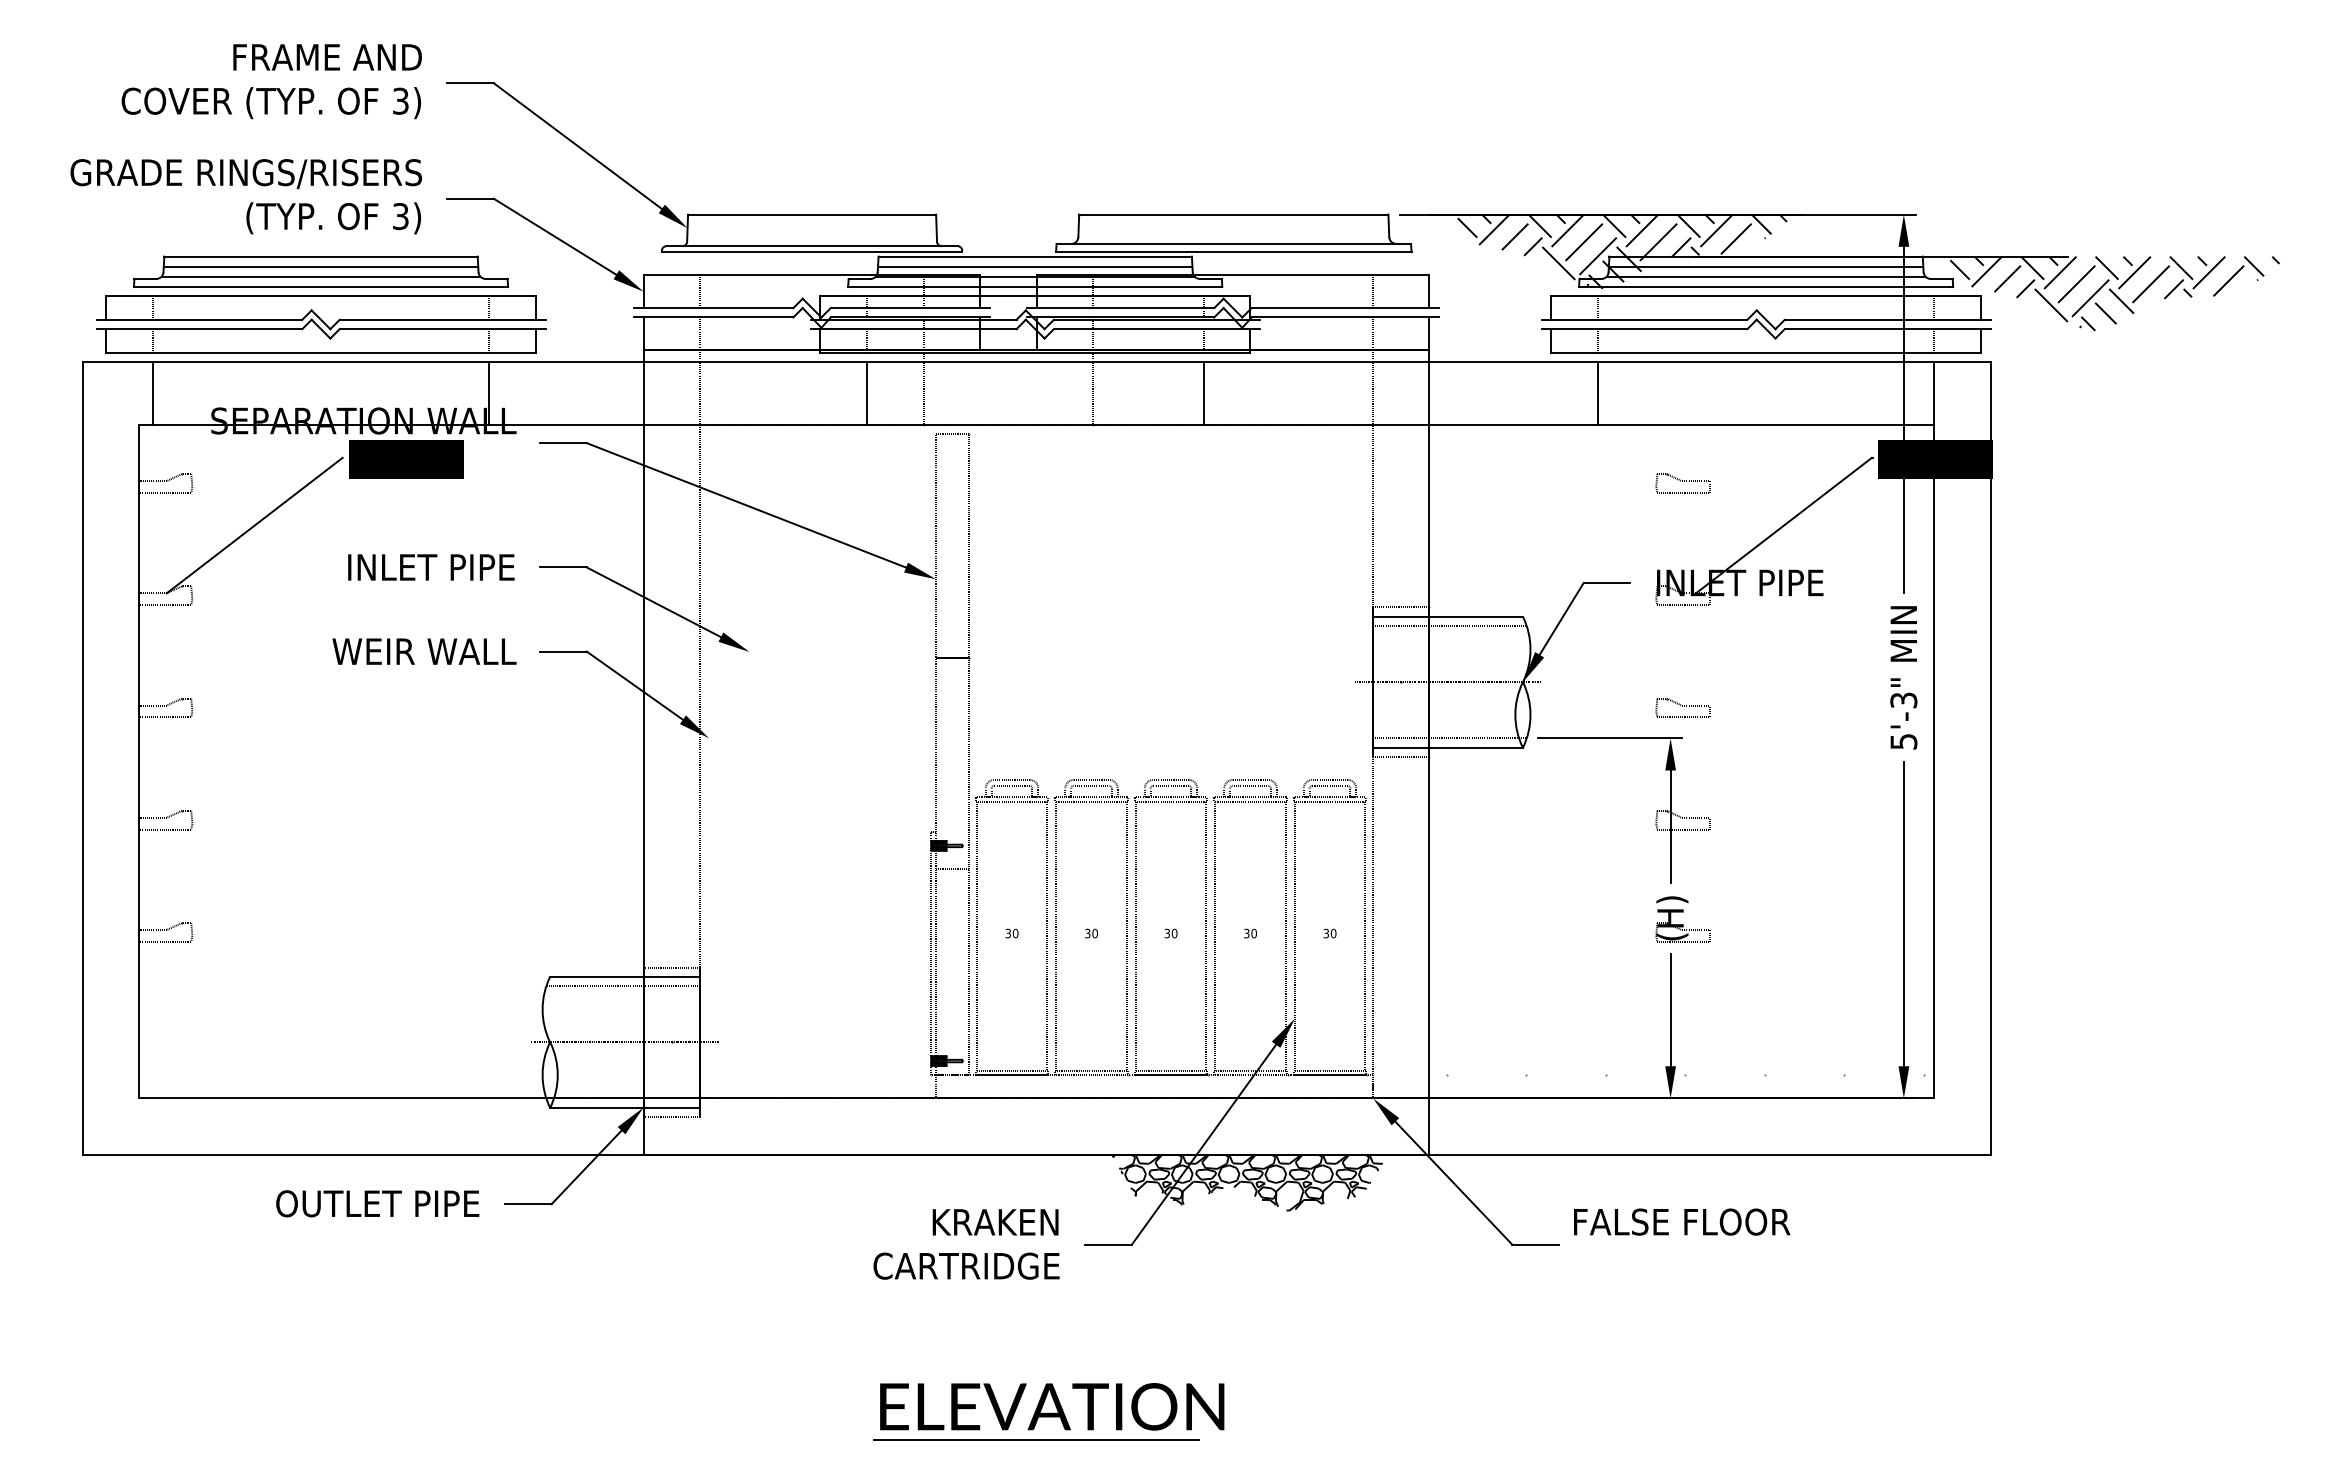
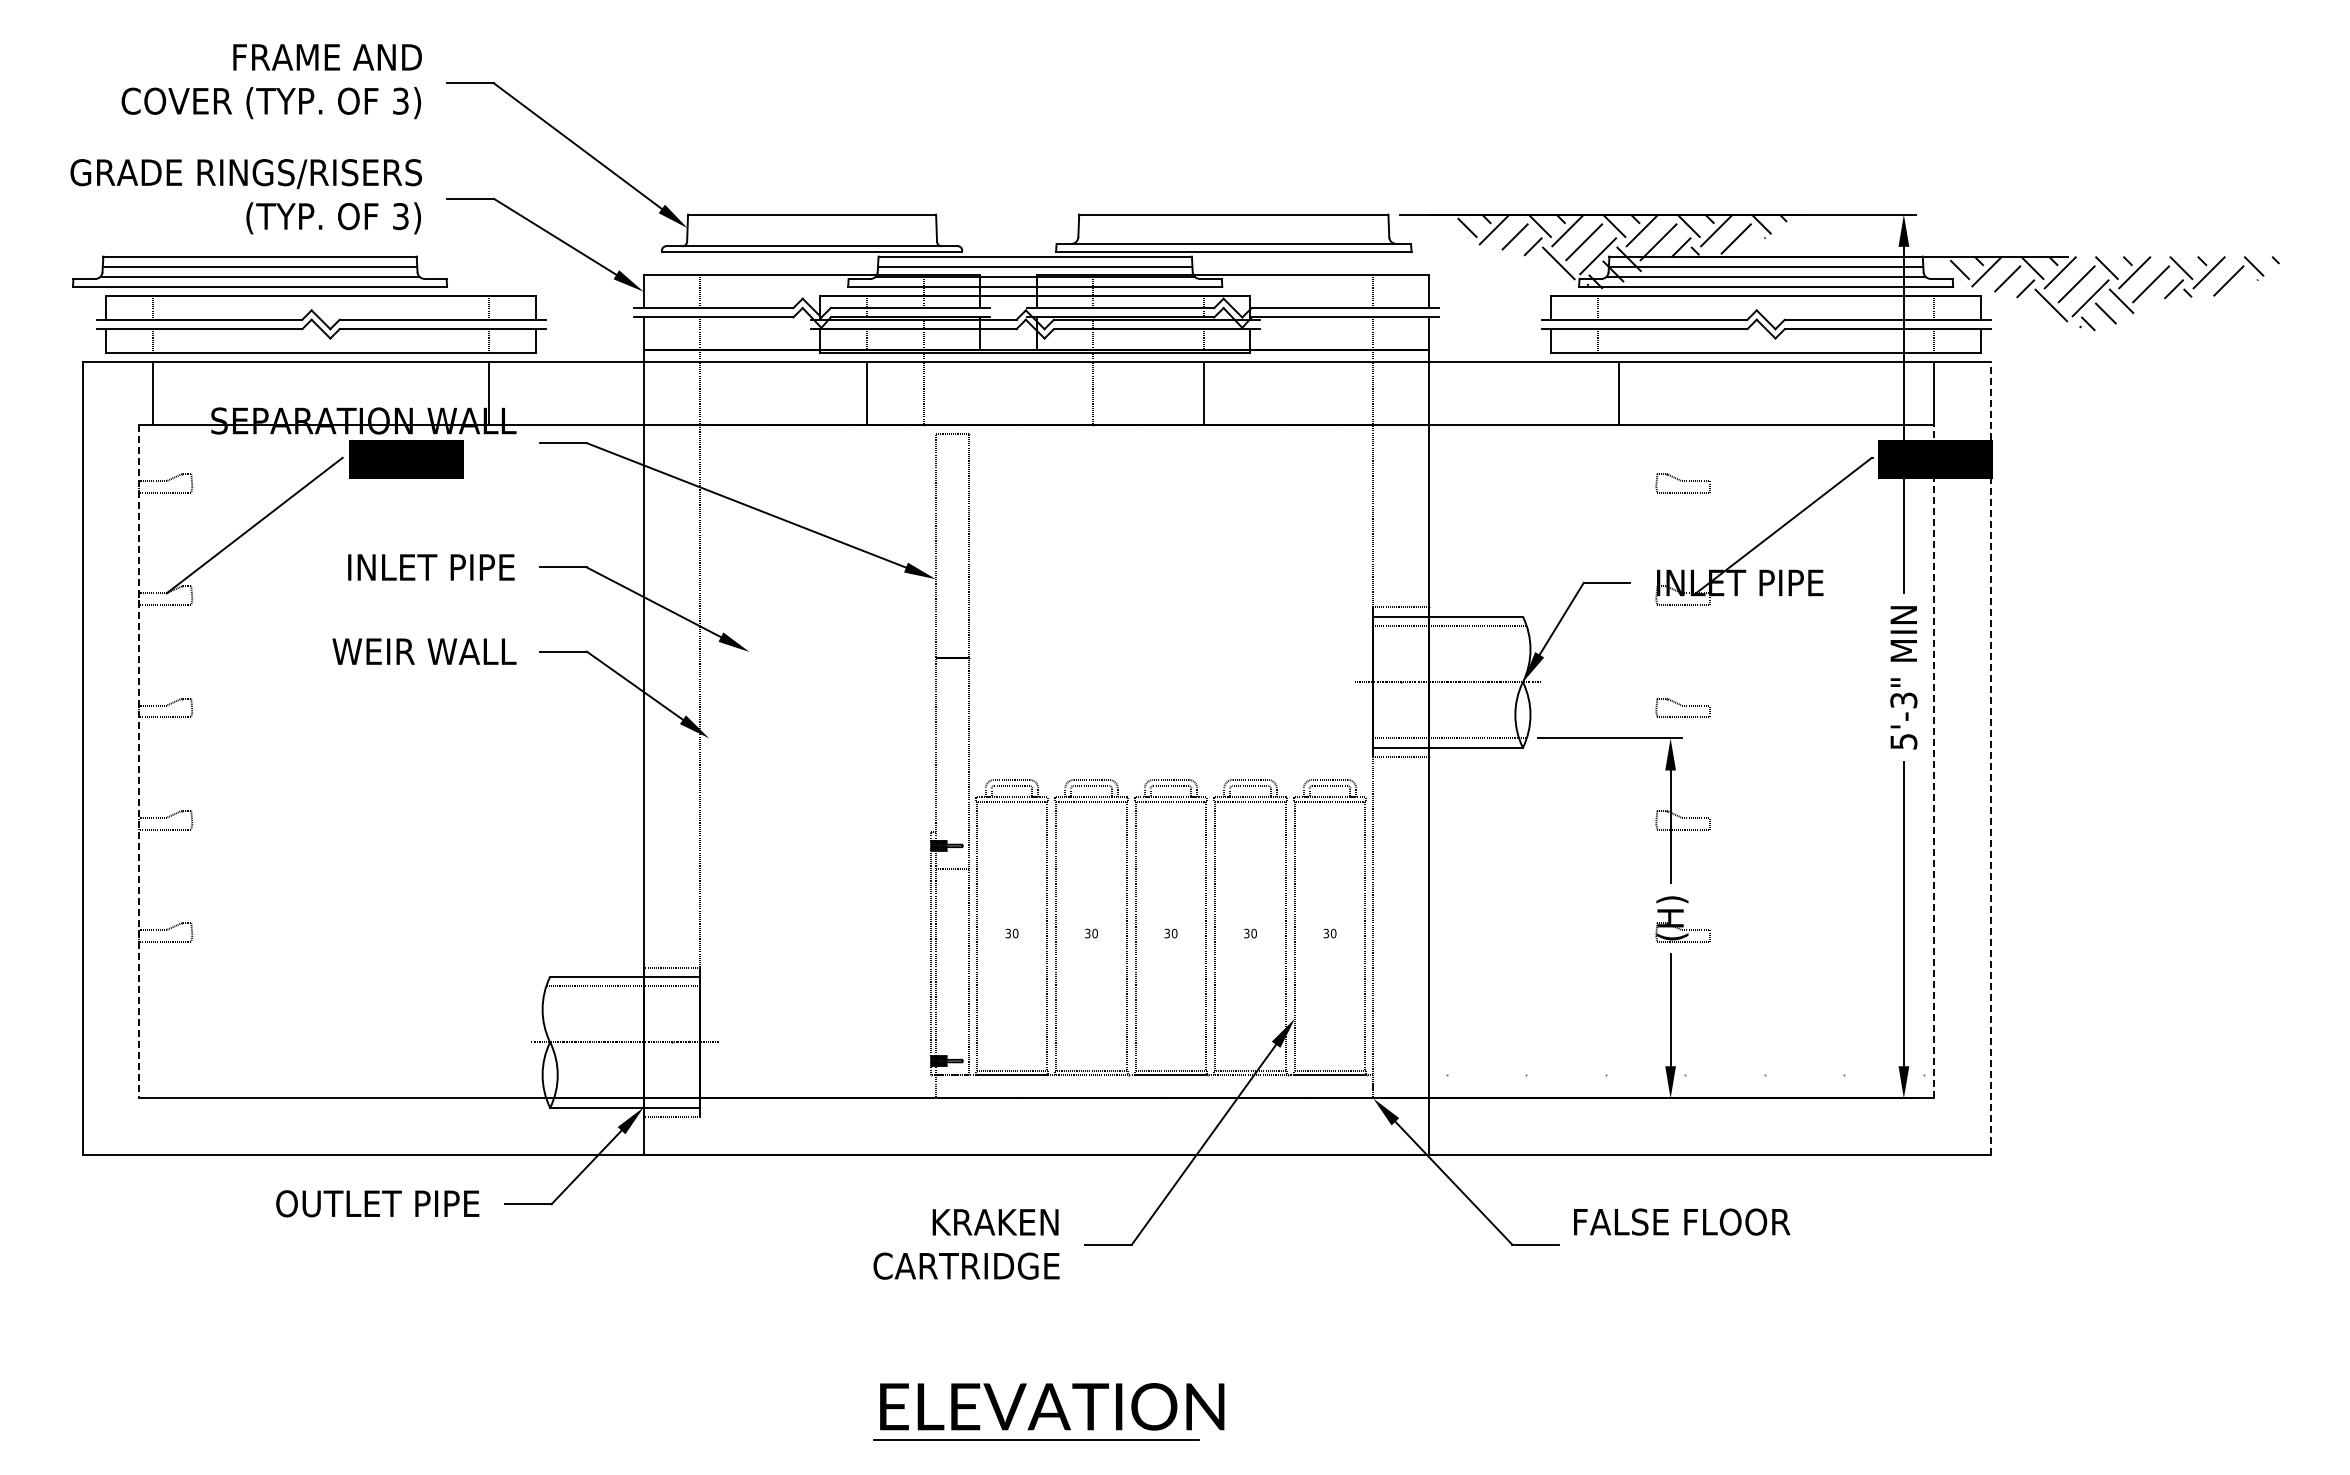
part at (320, 271) position: (320, 271) -> (259, 271)
line at (1597, 393) position: (1597, 393) -> (1618, 393)
line at (1990, 757): solid -> dashed
line at (138, 761): solid -> dashed
line at (1934, 761): solid -> dashed
hatch at (1247, 1182): present -> none
